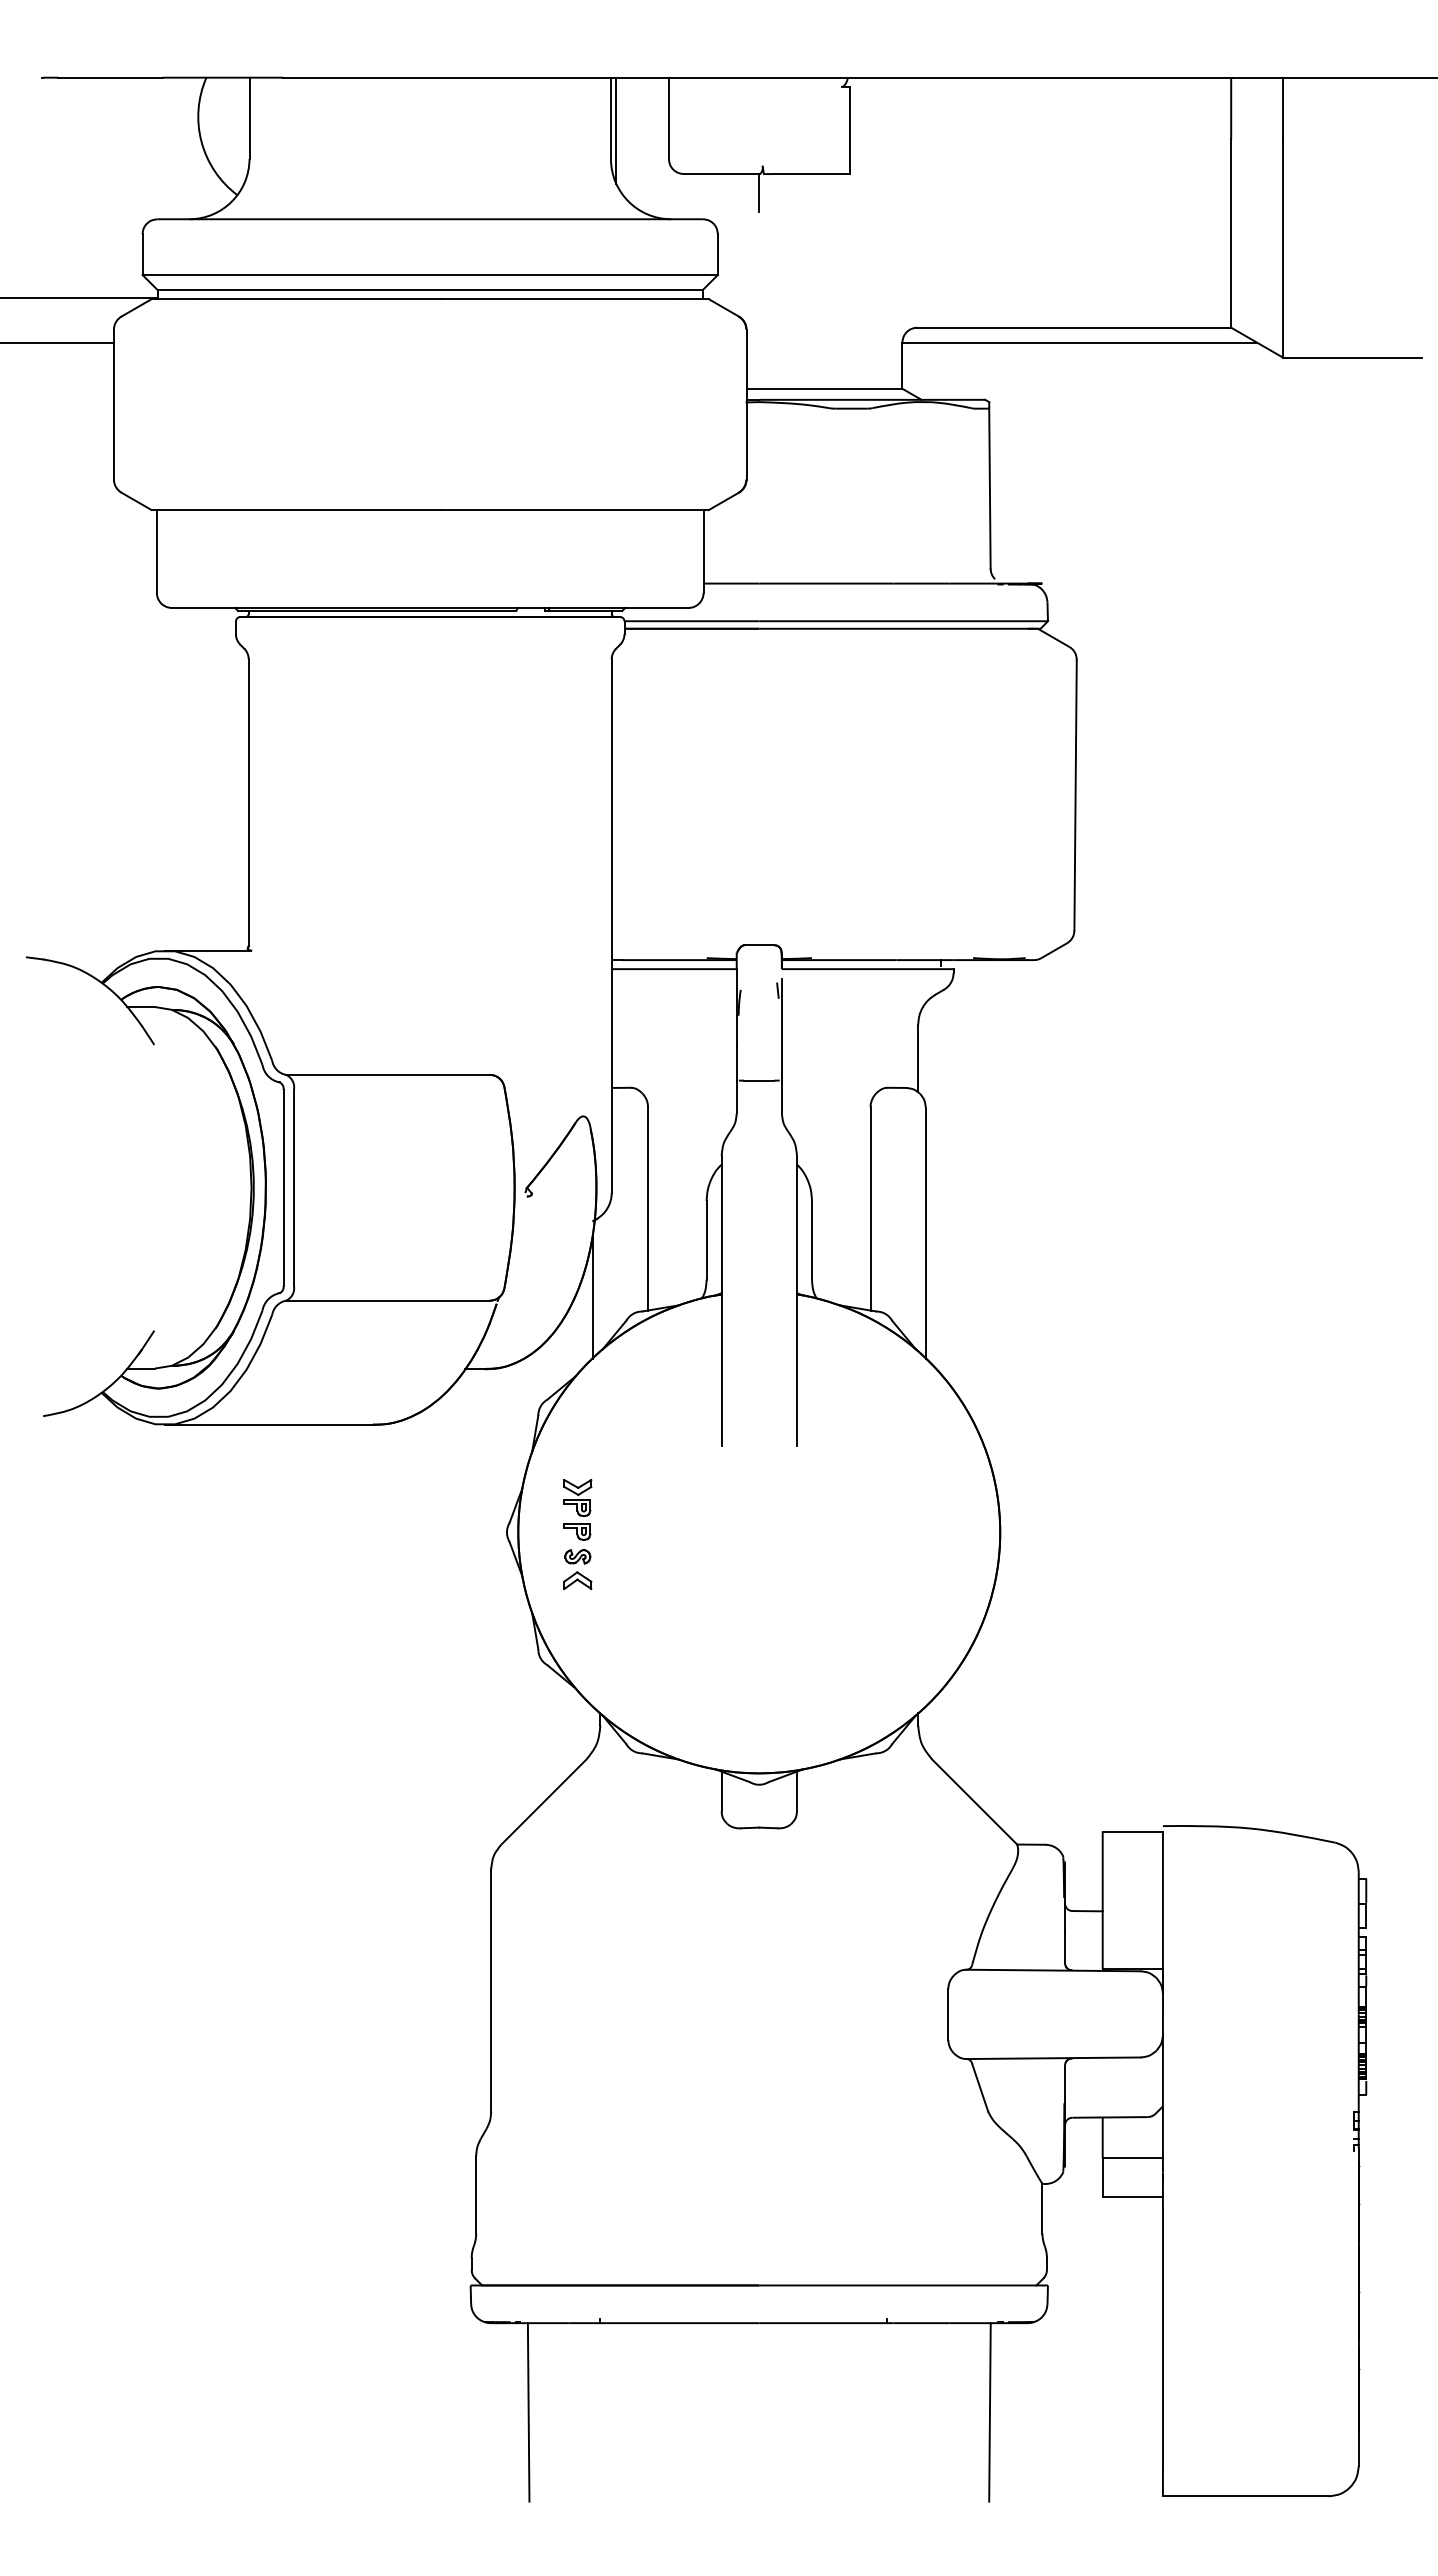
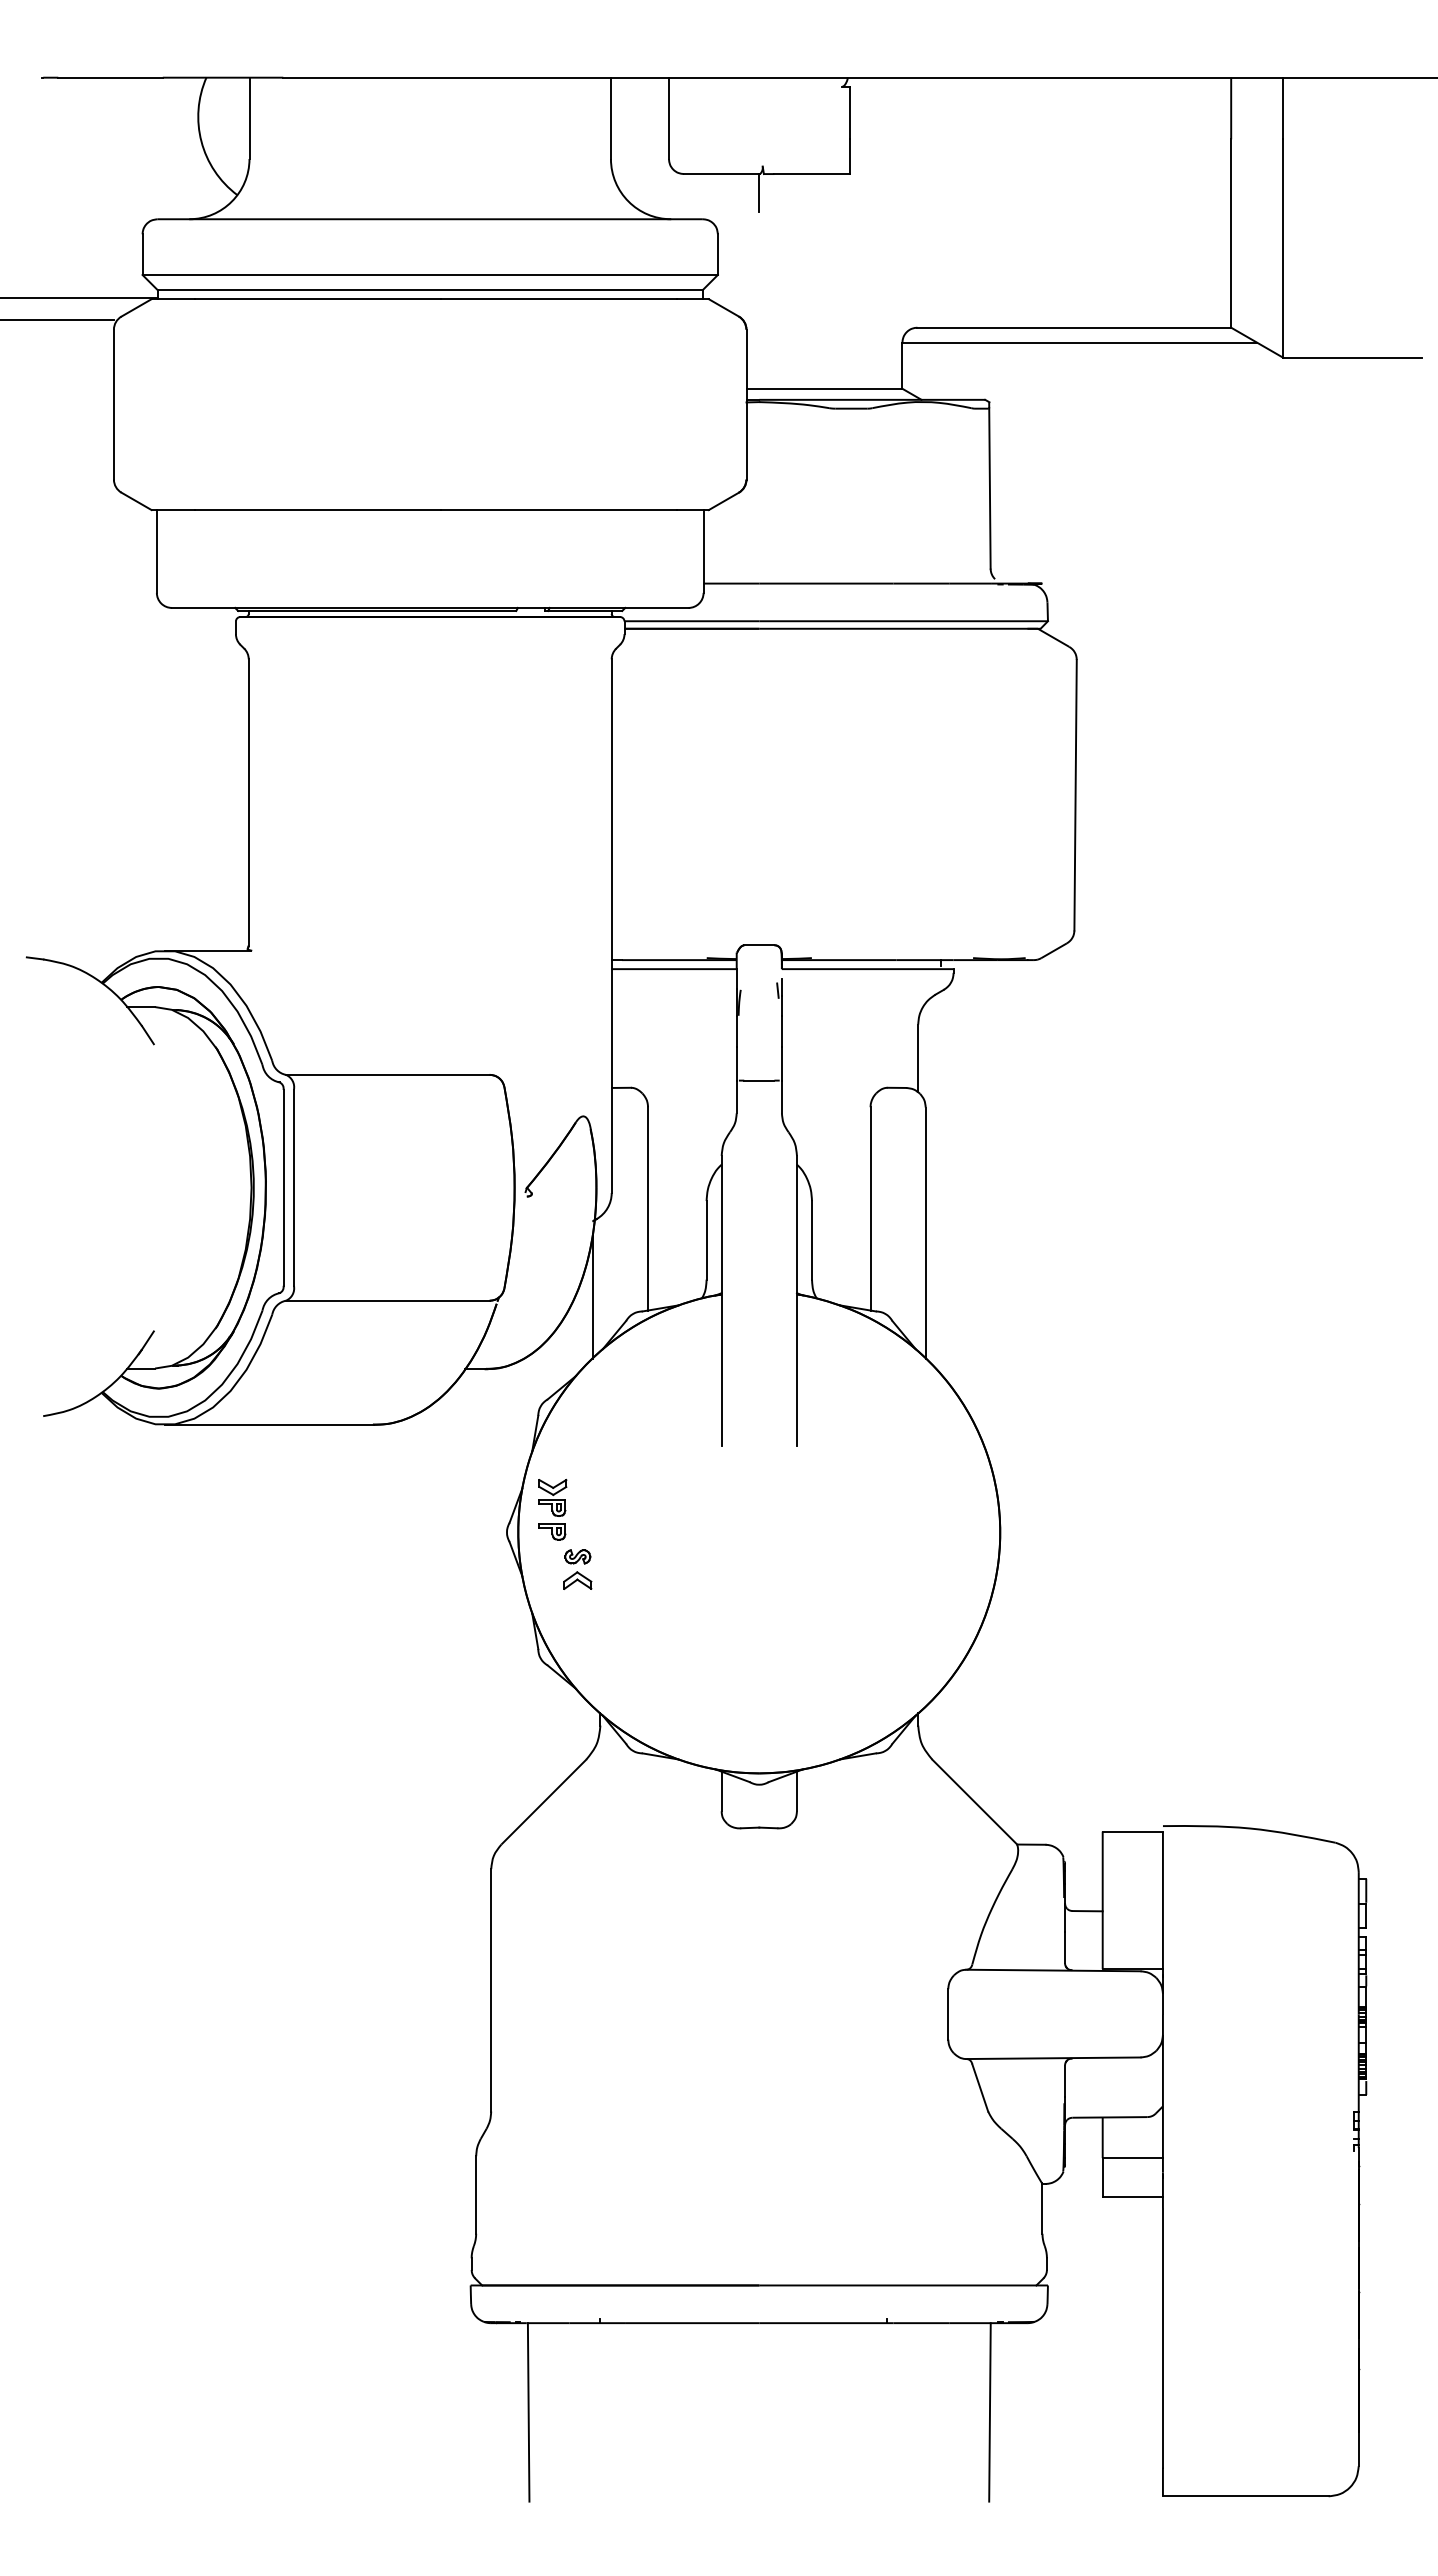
line at (616, 130): present -> none
line at (57, 342) position: (57, 342) -> (57, 319)
part at (577, 1509) position: (577, 1509) -> (552, 1509)
